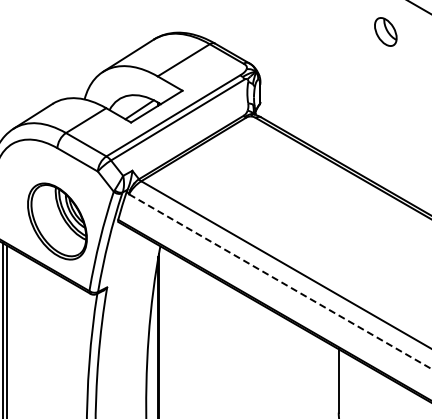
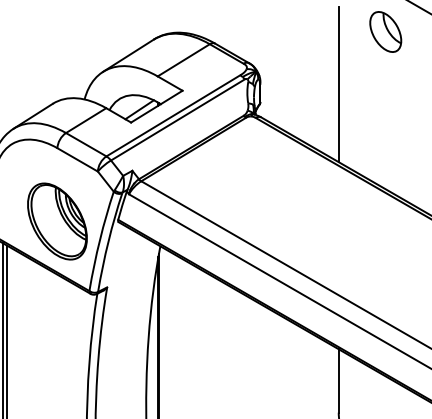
part at (385, 31) size: 24x30 px -> 34x42 px
line at (338, 84): none -> present
line at (280, 281): dashed -> solid
